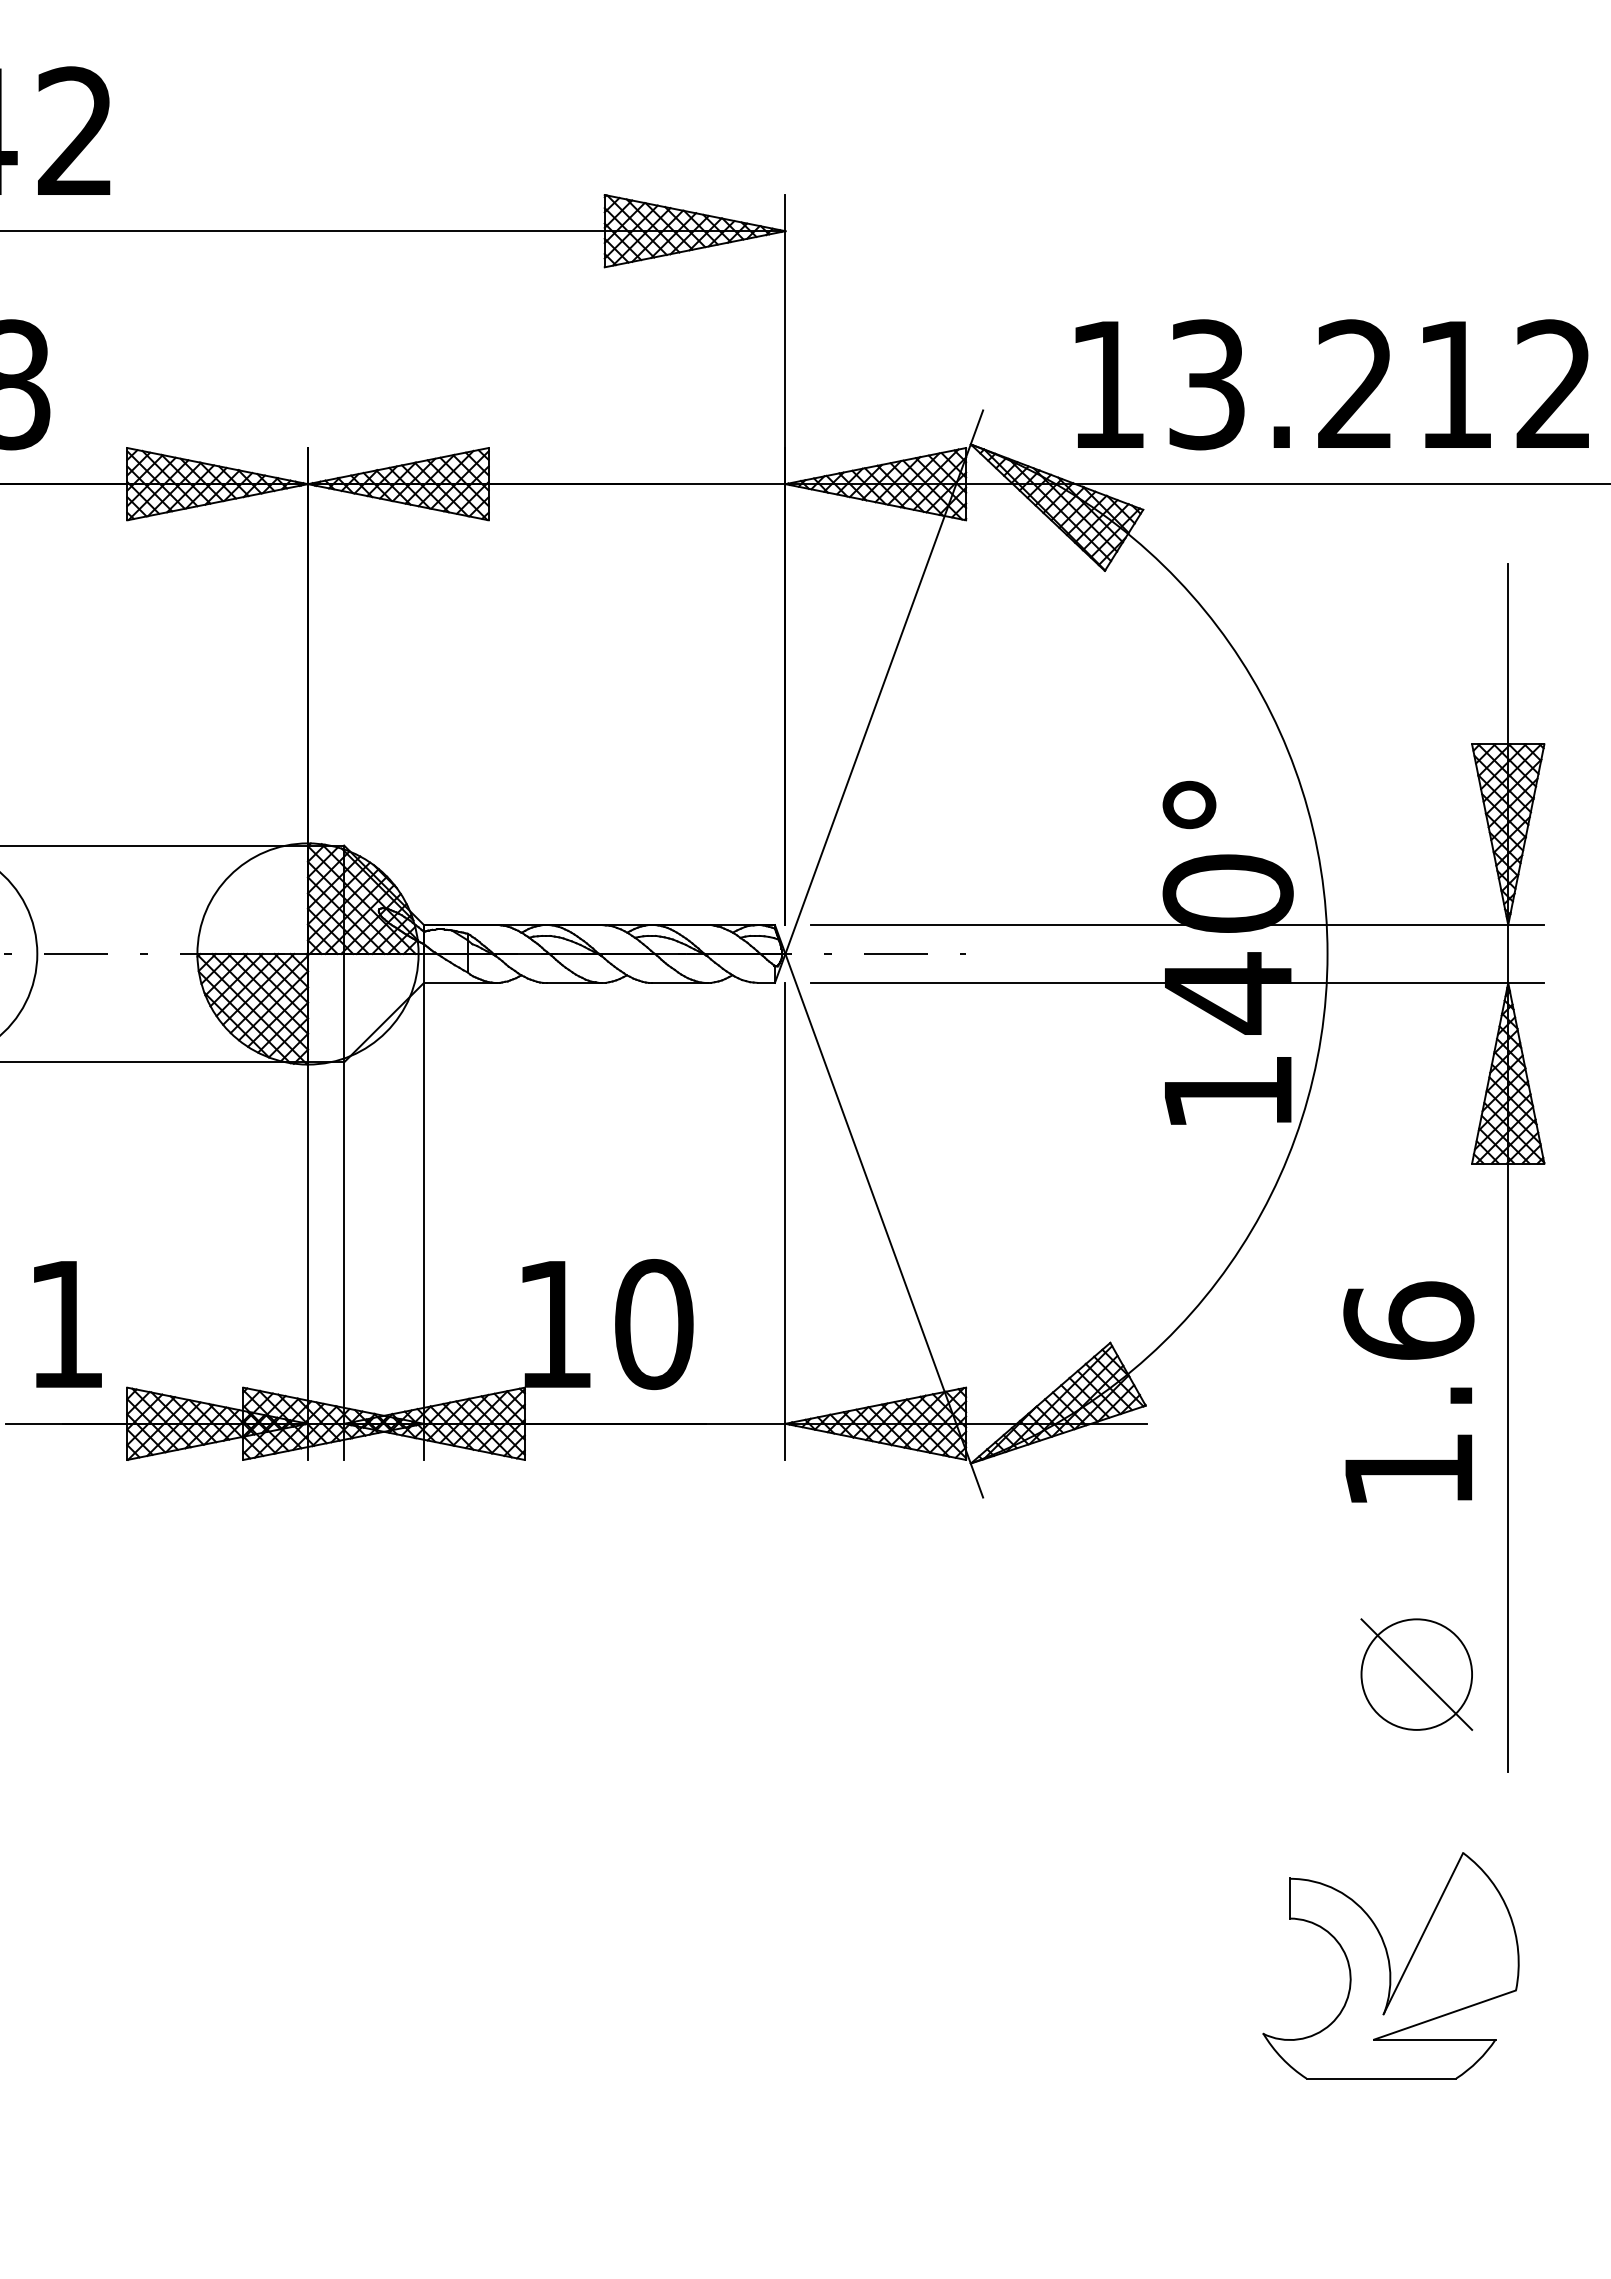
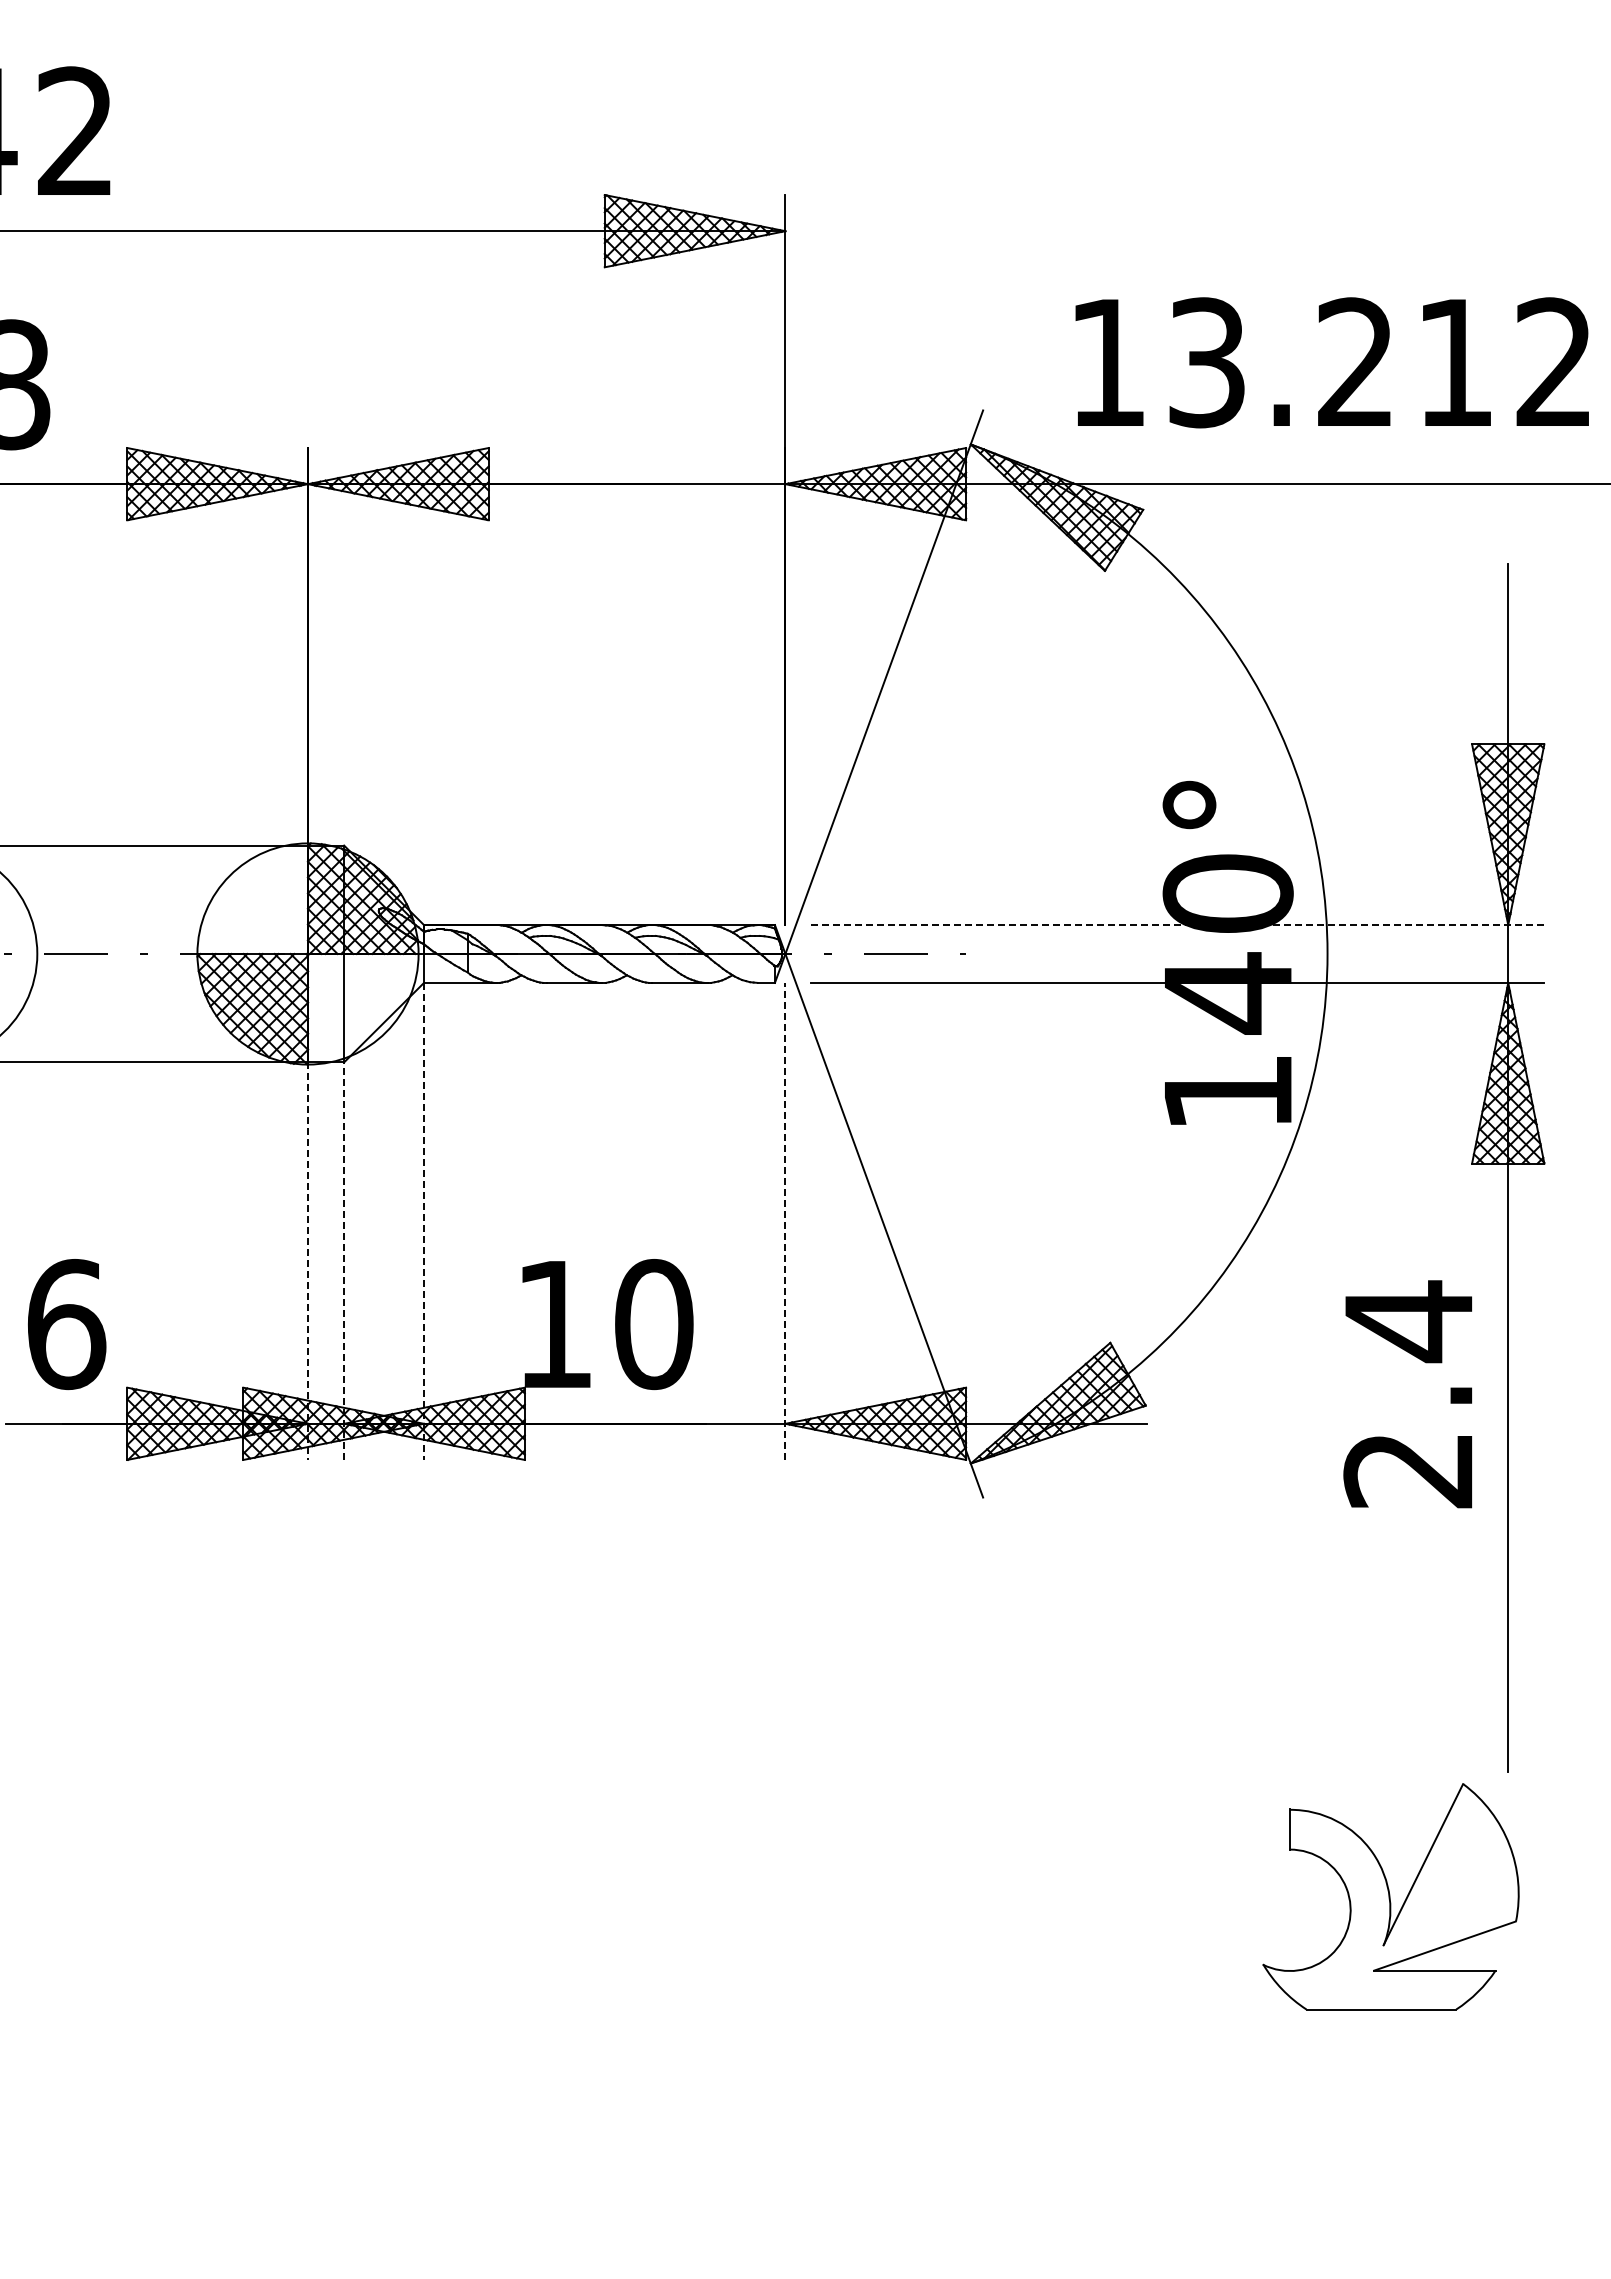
text at (1331, 384) position: (1331, 384) -> (1331, 362)
line at (1177, 925): solid -> dashed
line at (424, 1221): solid -> dashed
line at (785, 1221): solid -> dashed
line at (308, 1261): solid -> dashed
line at (344, 1261): solid -> dashed
text at (66, 1324): 1 -> 6
text at (1408, 1394): 1.6 -> 2.4
part at (1416, 1674): present -> none
part at (1390, 1965) position: (1390, 1965) -> (1390, 1896)
